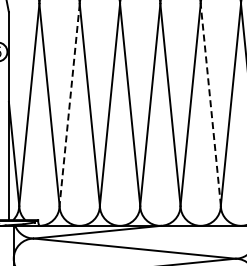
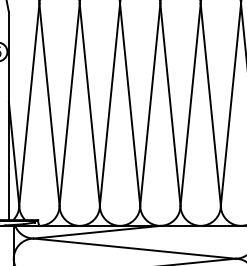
line at (210, 104): dashed -> solid
line at (69, 105): dashed -> solid
